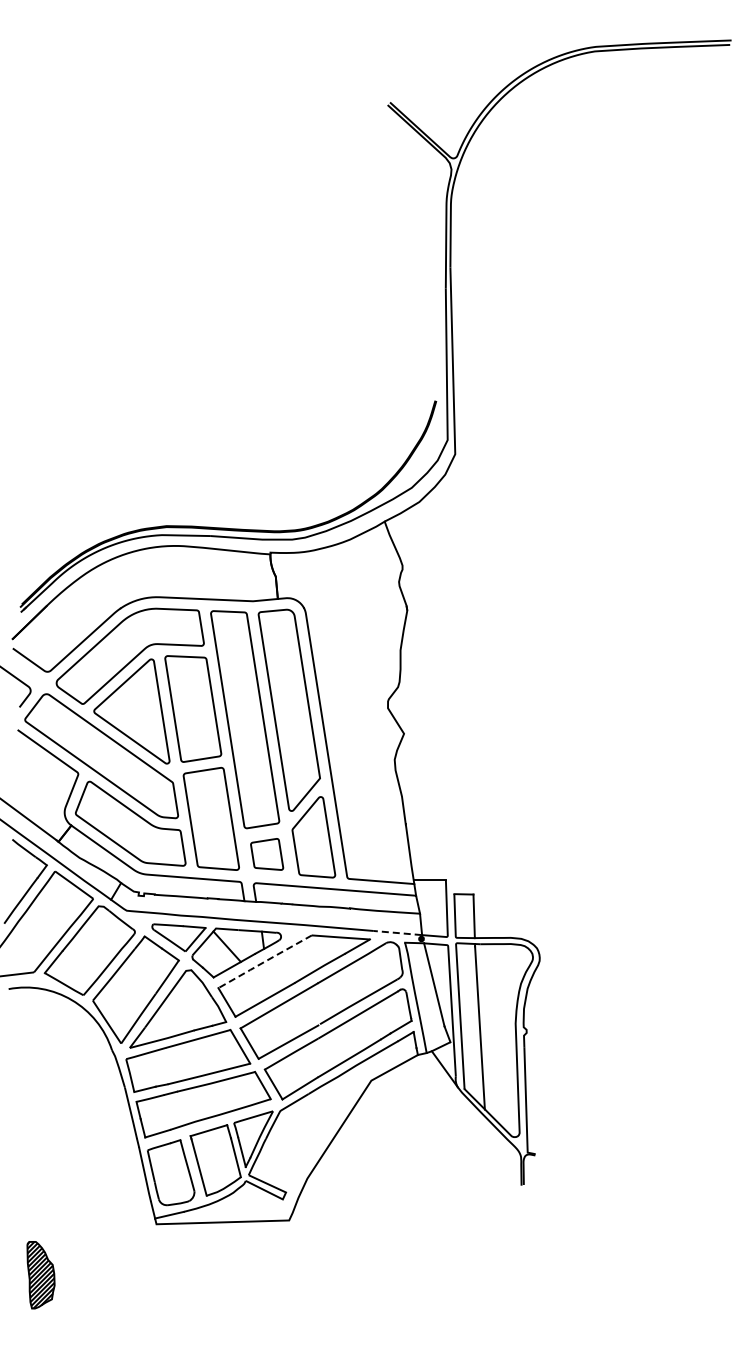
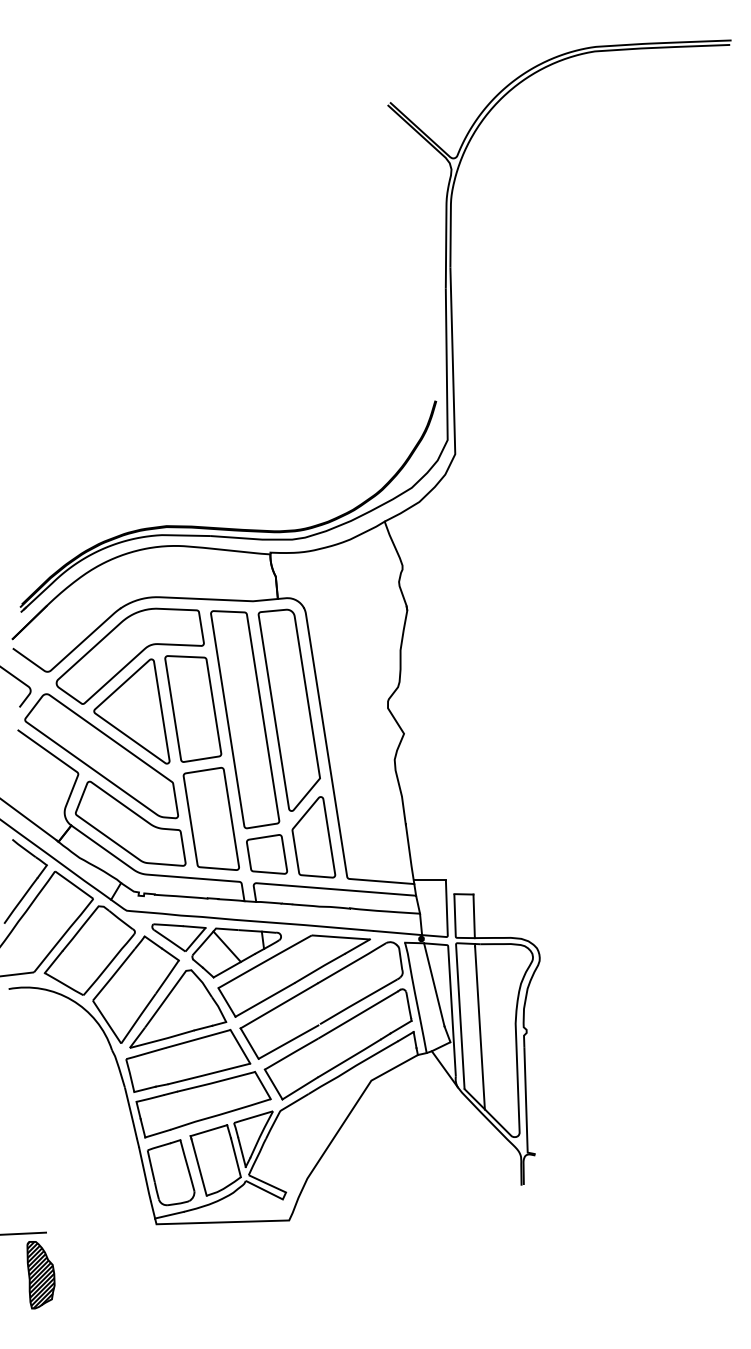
part at (267, 854) size: 35x33 px -> 43x41 px
line at (397, 932): dashed -> solid
line at (264, 961): dashed -> solid
line at (24, 1233): none -> present
